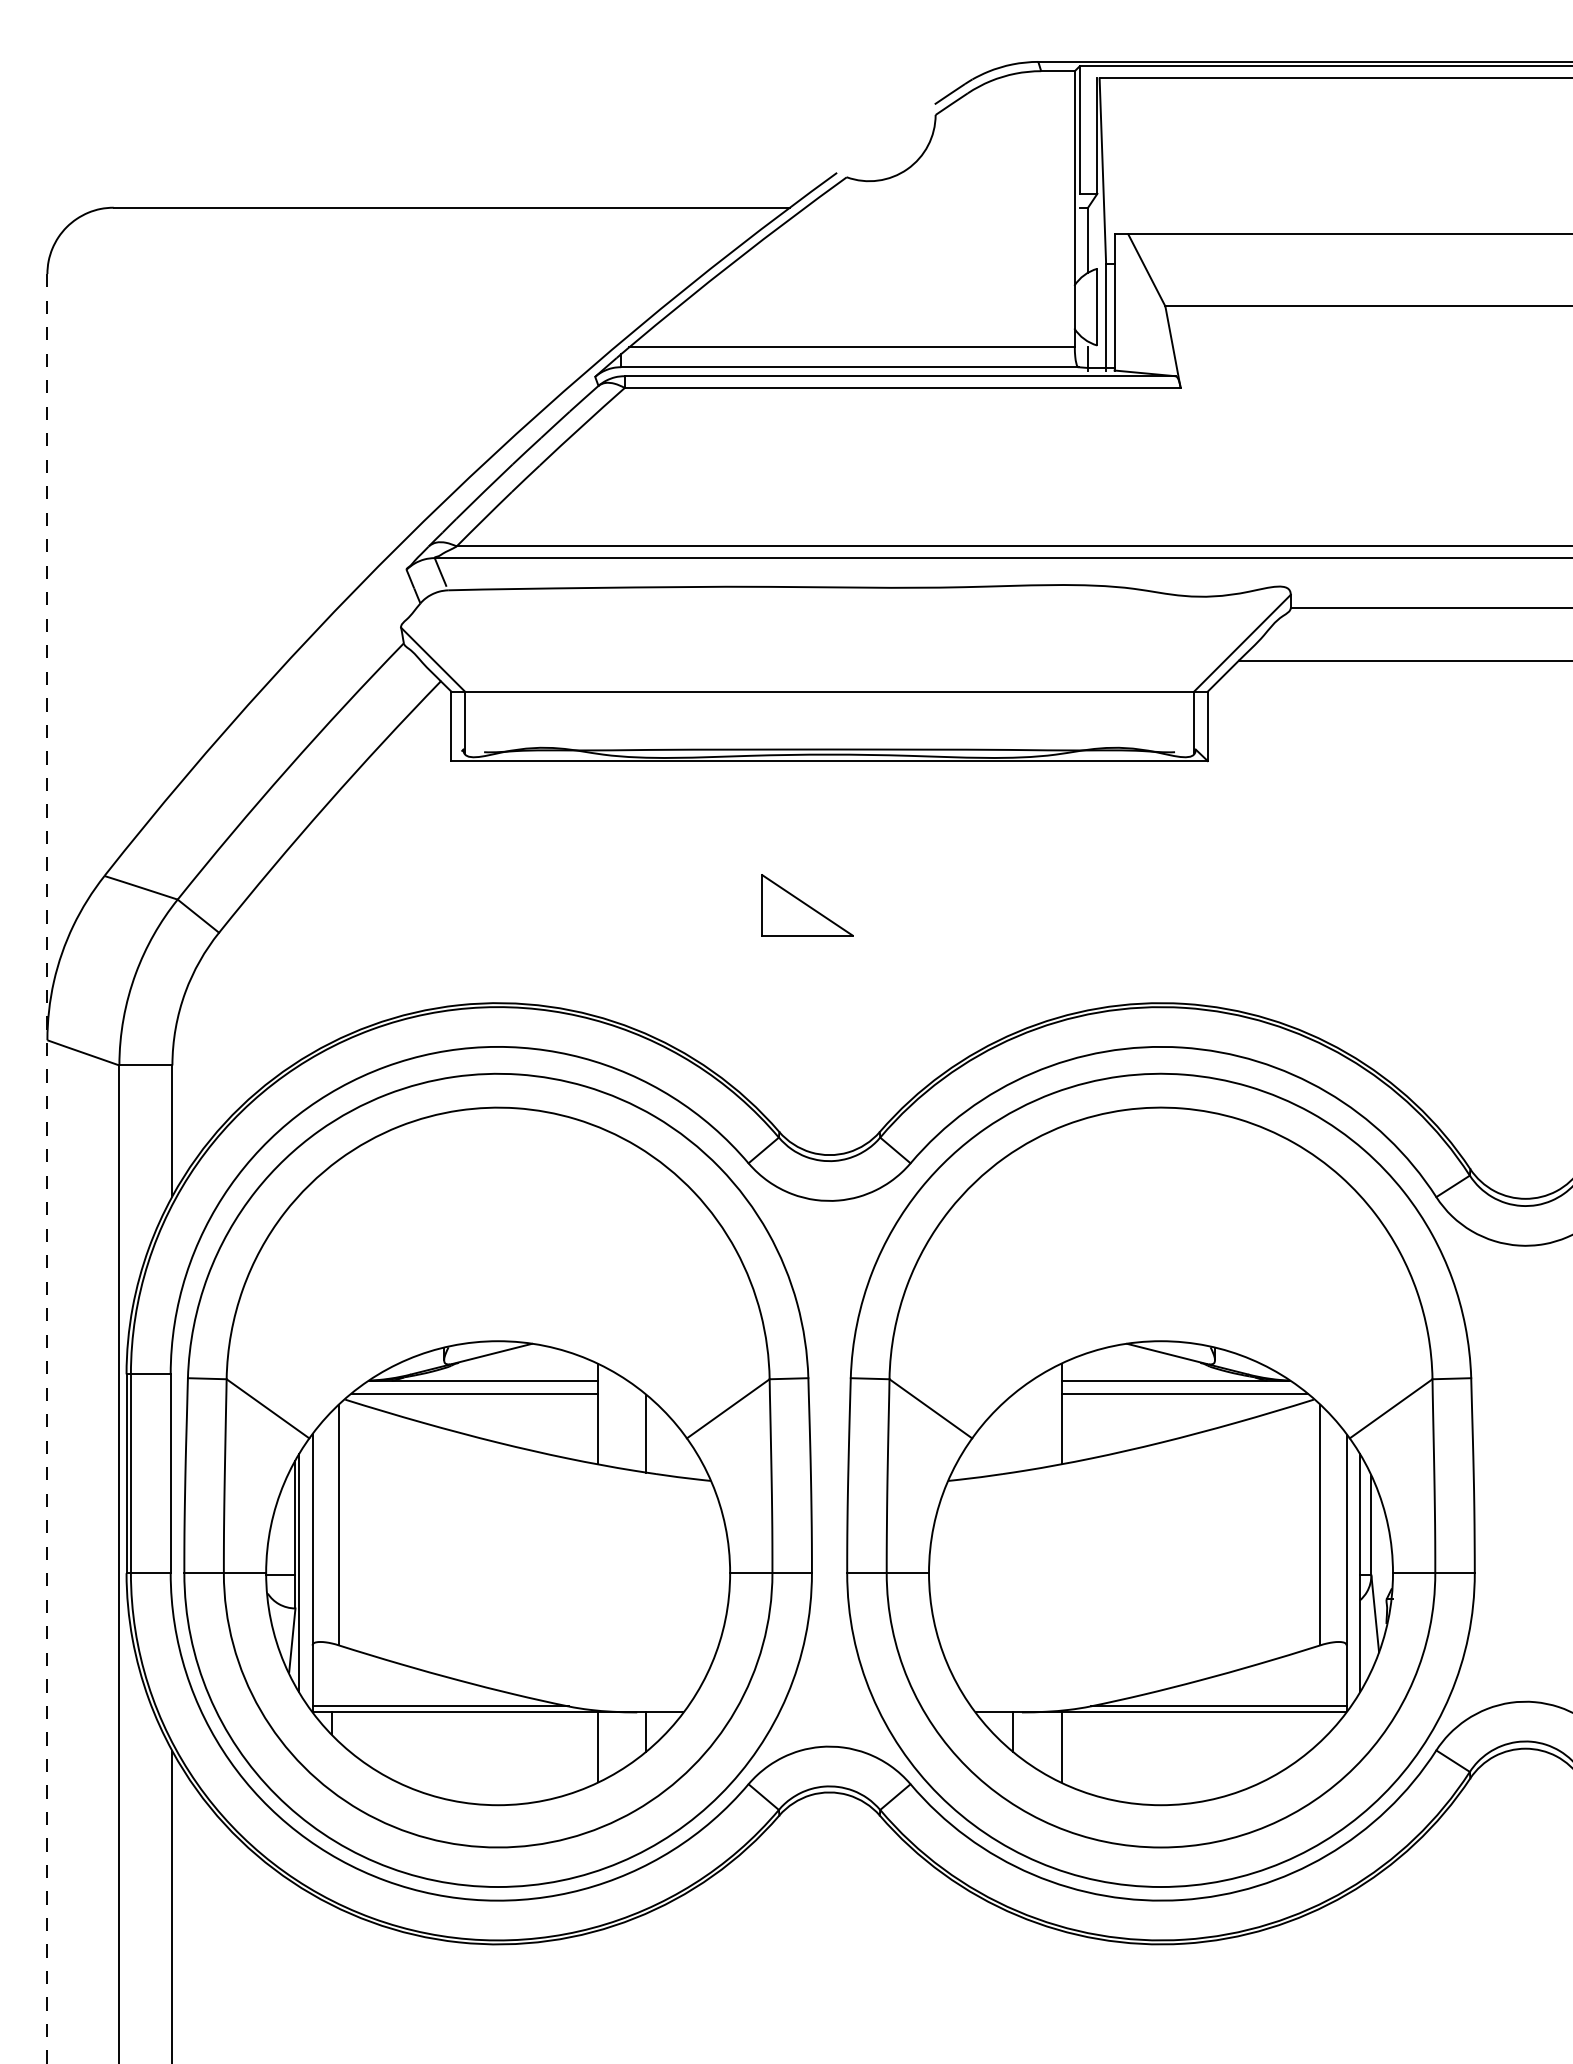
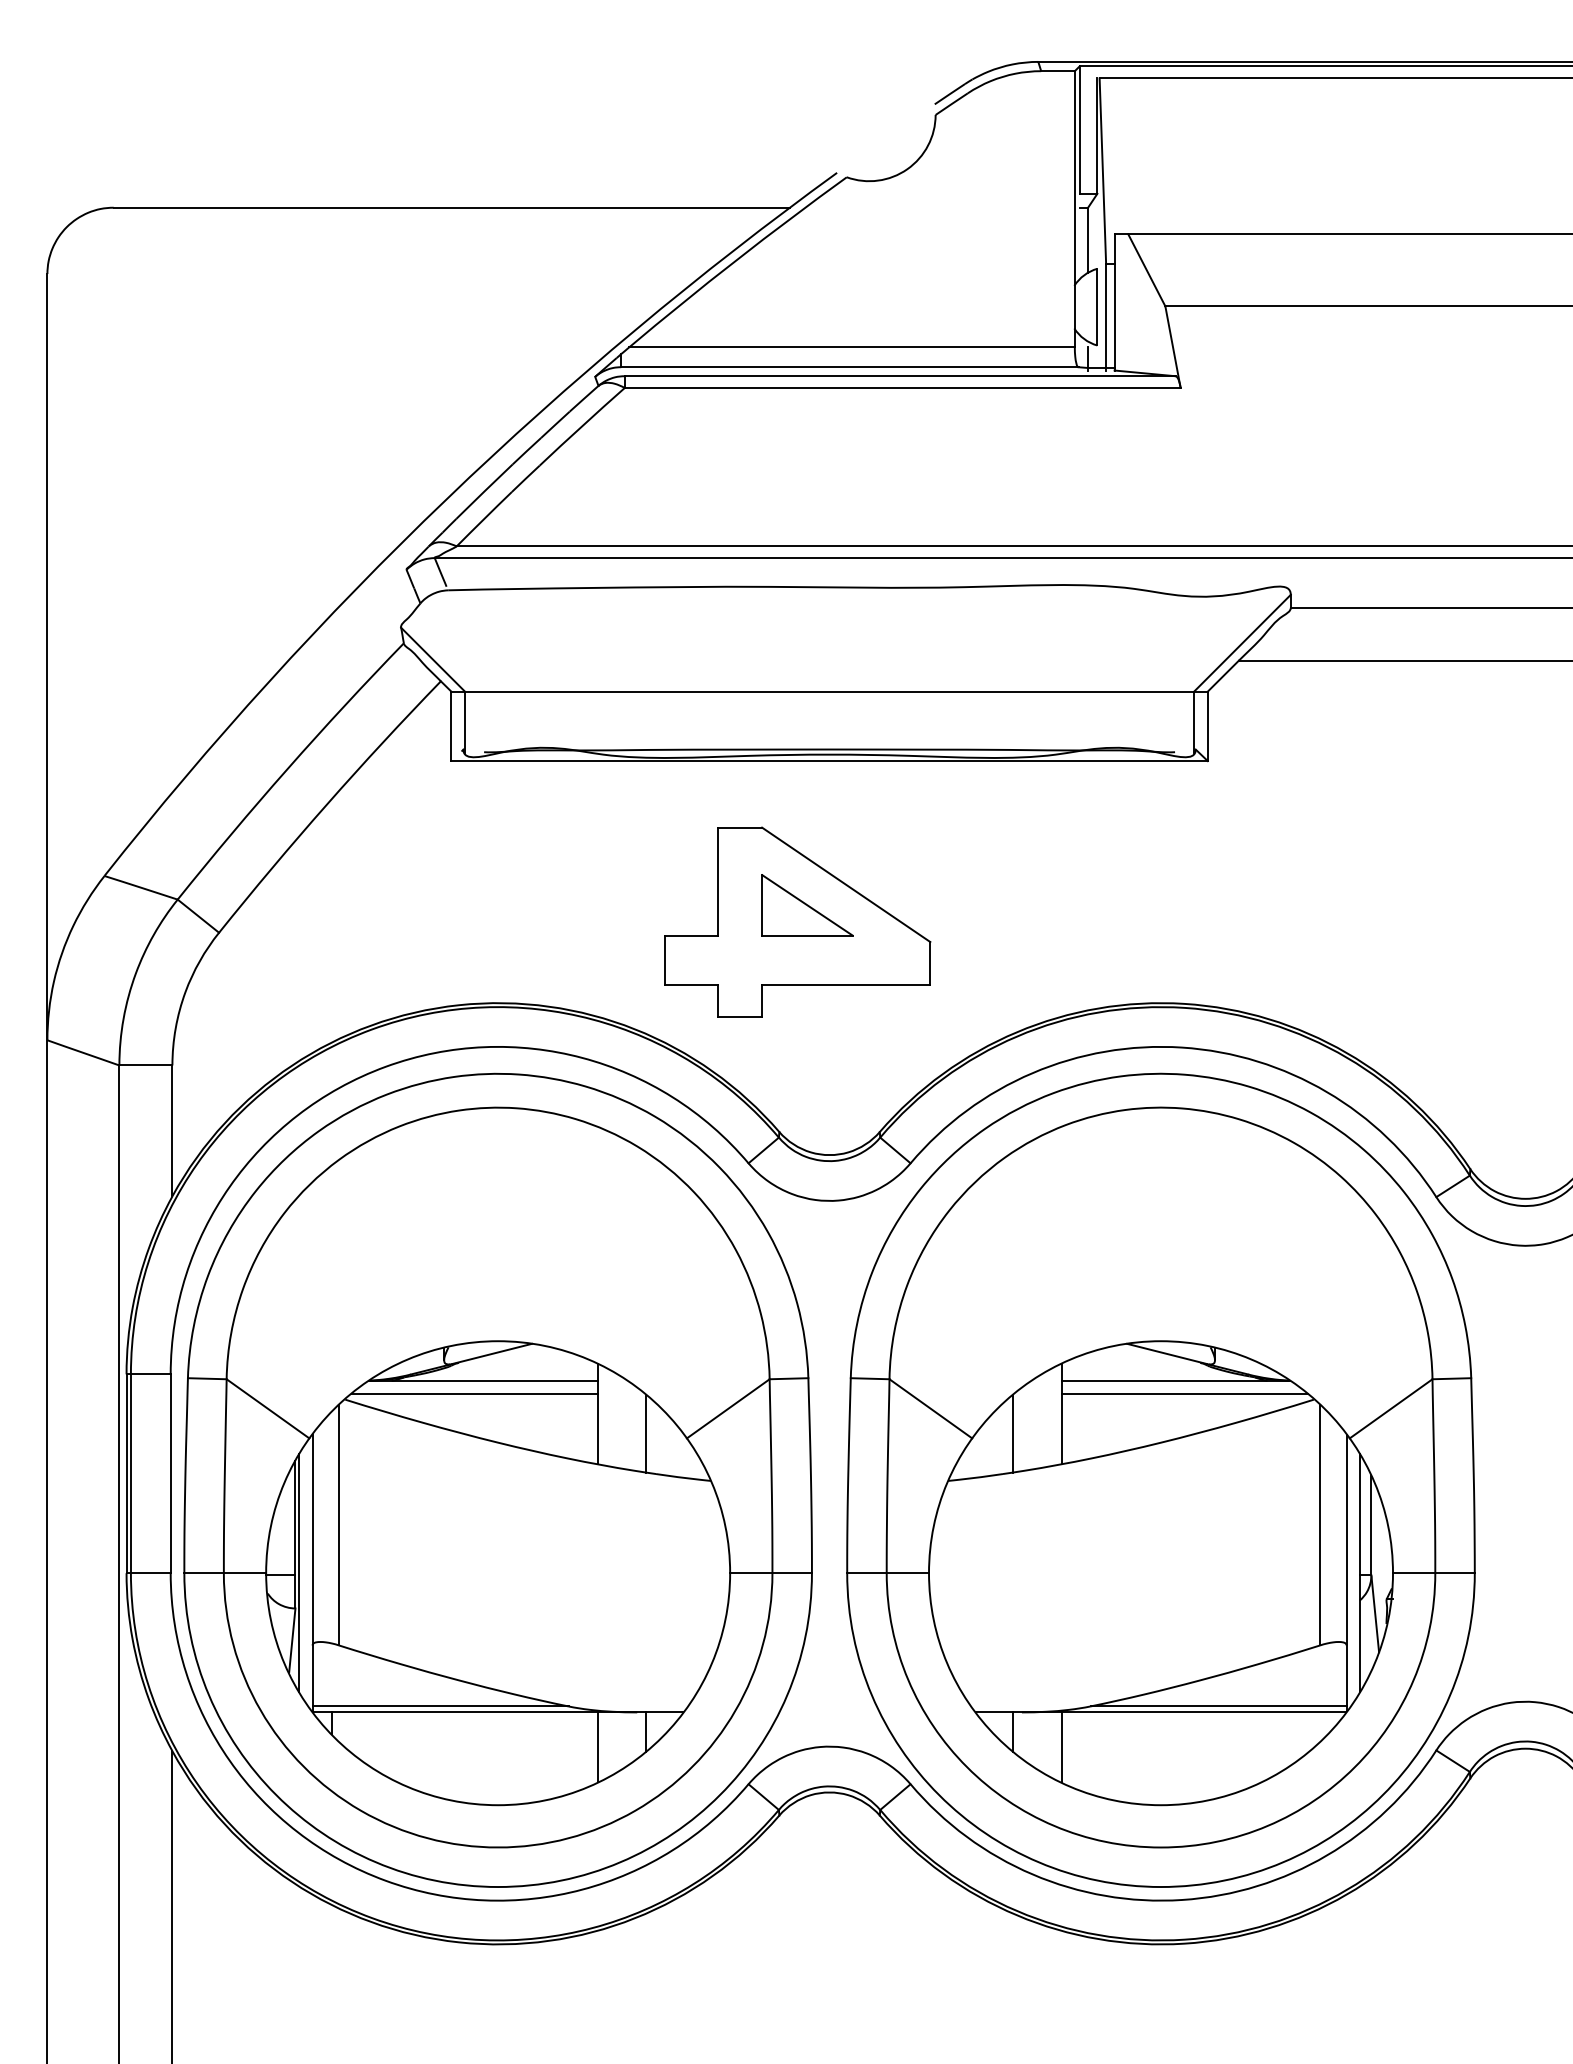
part at (797, 921): none -> present
line at (47, 1168): dashed -> solid
line at (1012, 1433): none -> present
